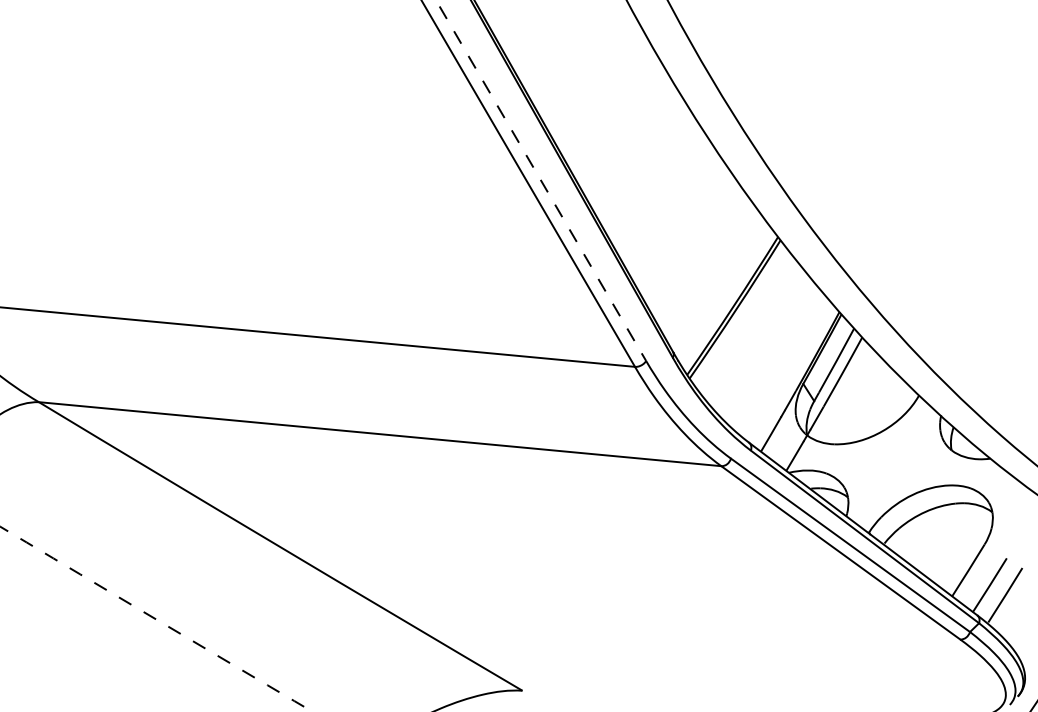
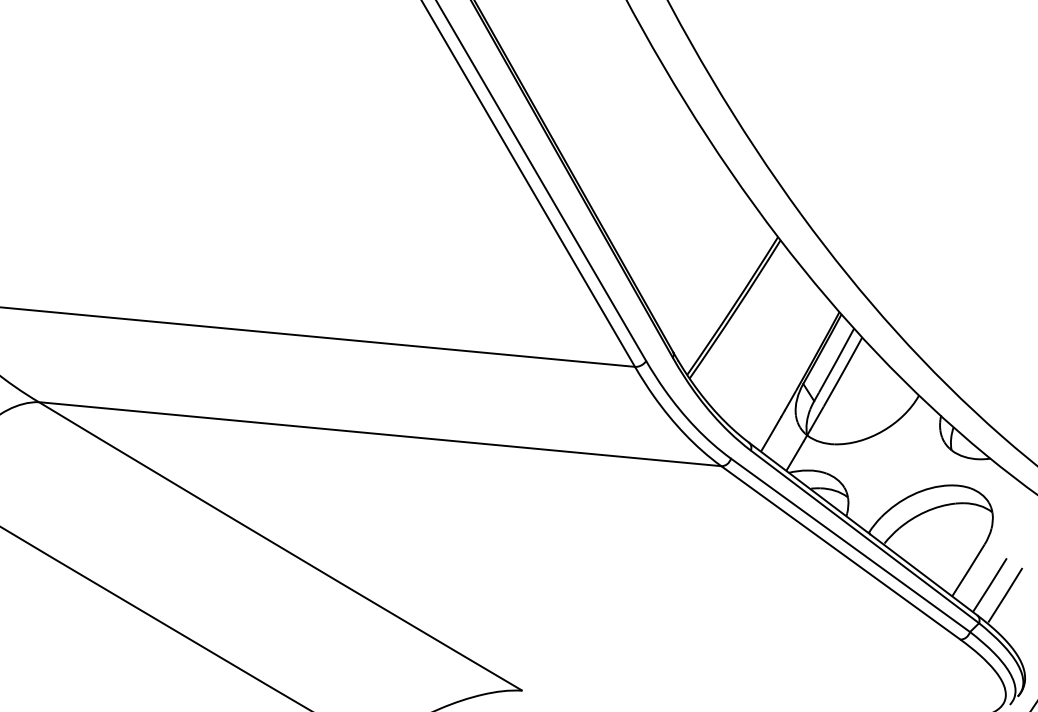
line at (541, 181): dashed -> solid
arc at (157, 619): dashed -> solid
